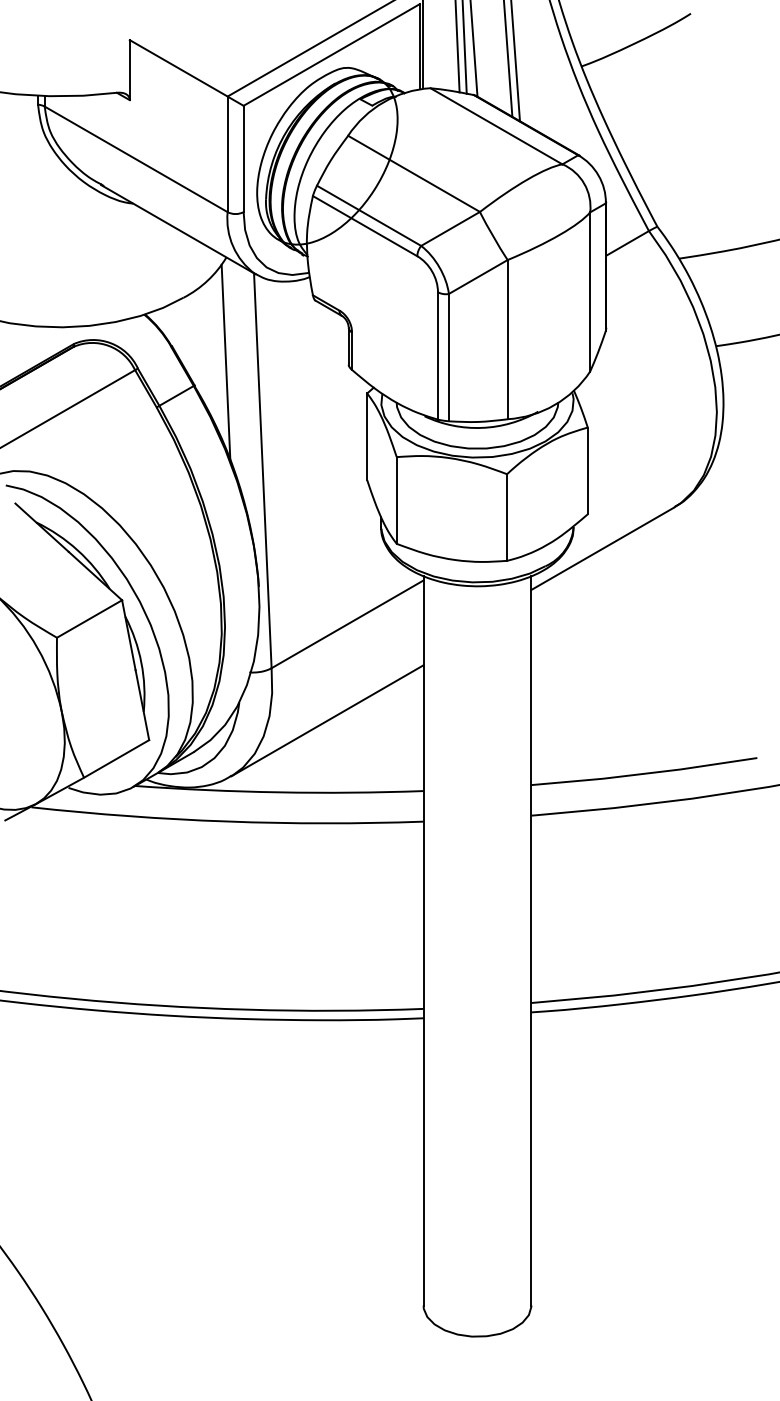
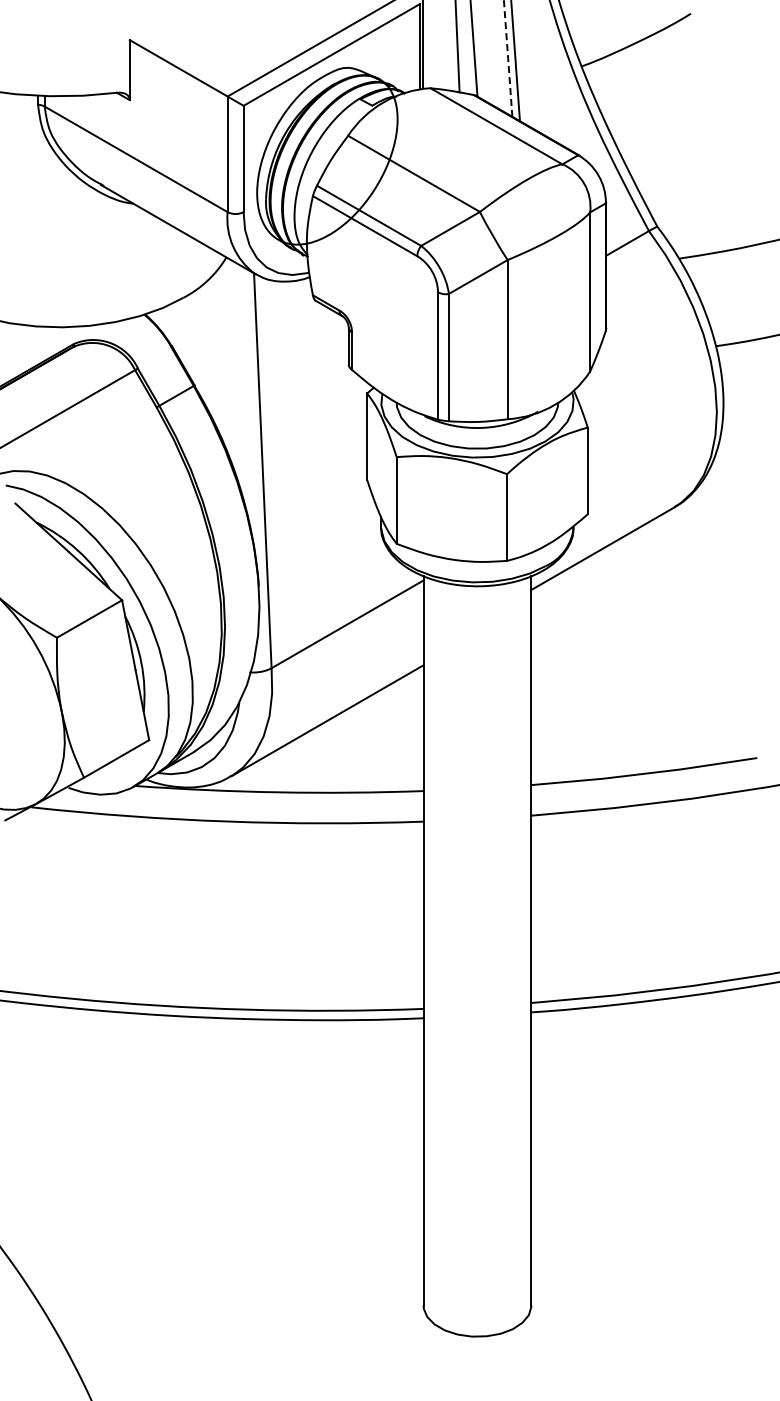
line at (464, 47): present -> none
line at (508, 58): solid -> dashed
line at (225, 362): present -> none
